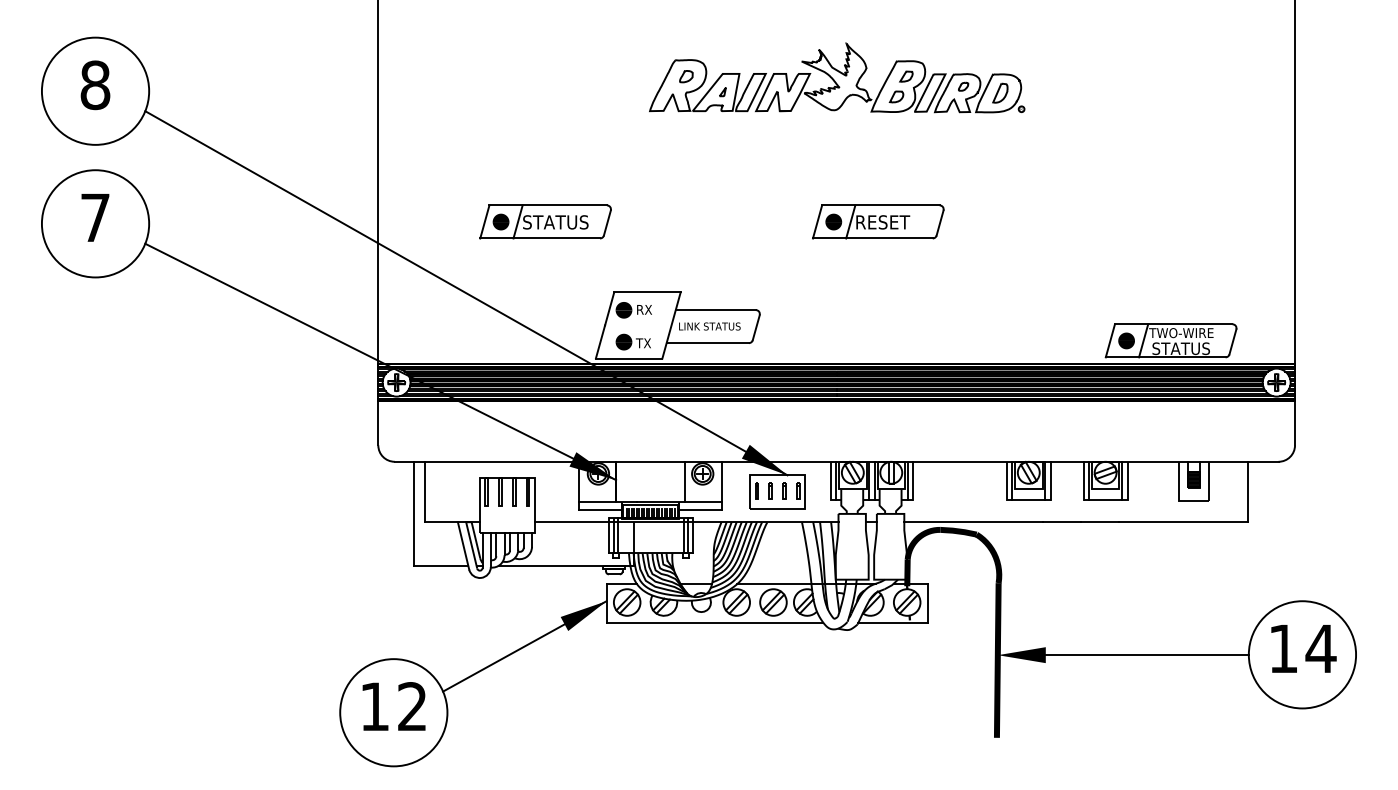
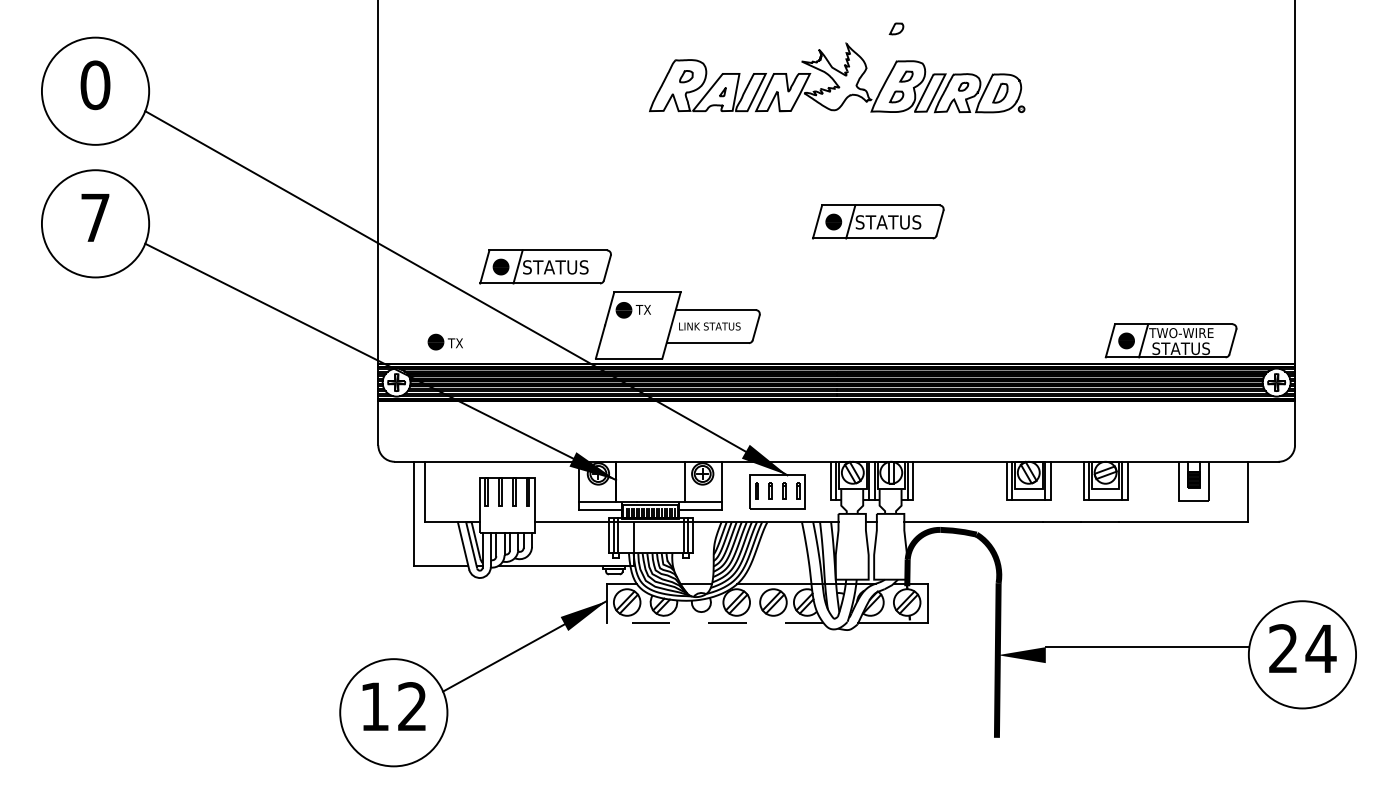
part at (896, 28): none -> present
text at (95, 84): 8 -> 0
part at (545, 221) position: (545, 221) -> (545, 266)
text at (888, 222): RESET -> STATUS
text at (643, 309): RX -> TX
text at (632, 341) position: (632, 341) -> (444, 341)
line at (714, 622): solid -> dashed
text at (1282, 648): 14 -> 24
line at (1146, 655) position: (1146, 655) -> (1146, 647)
